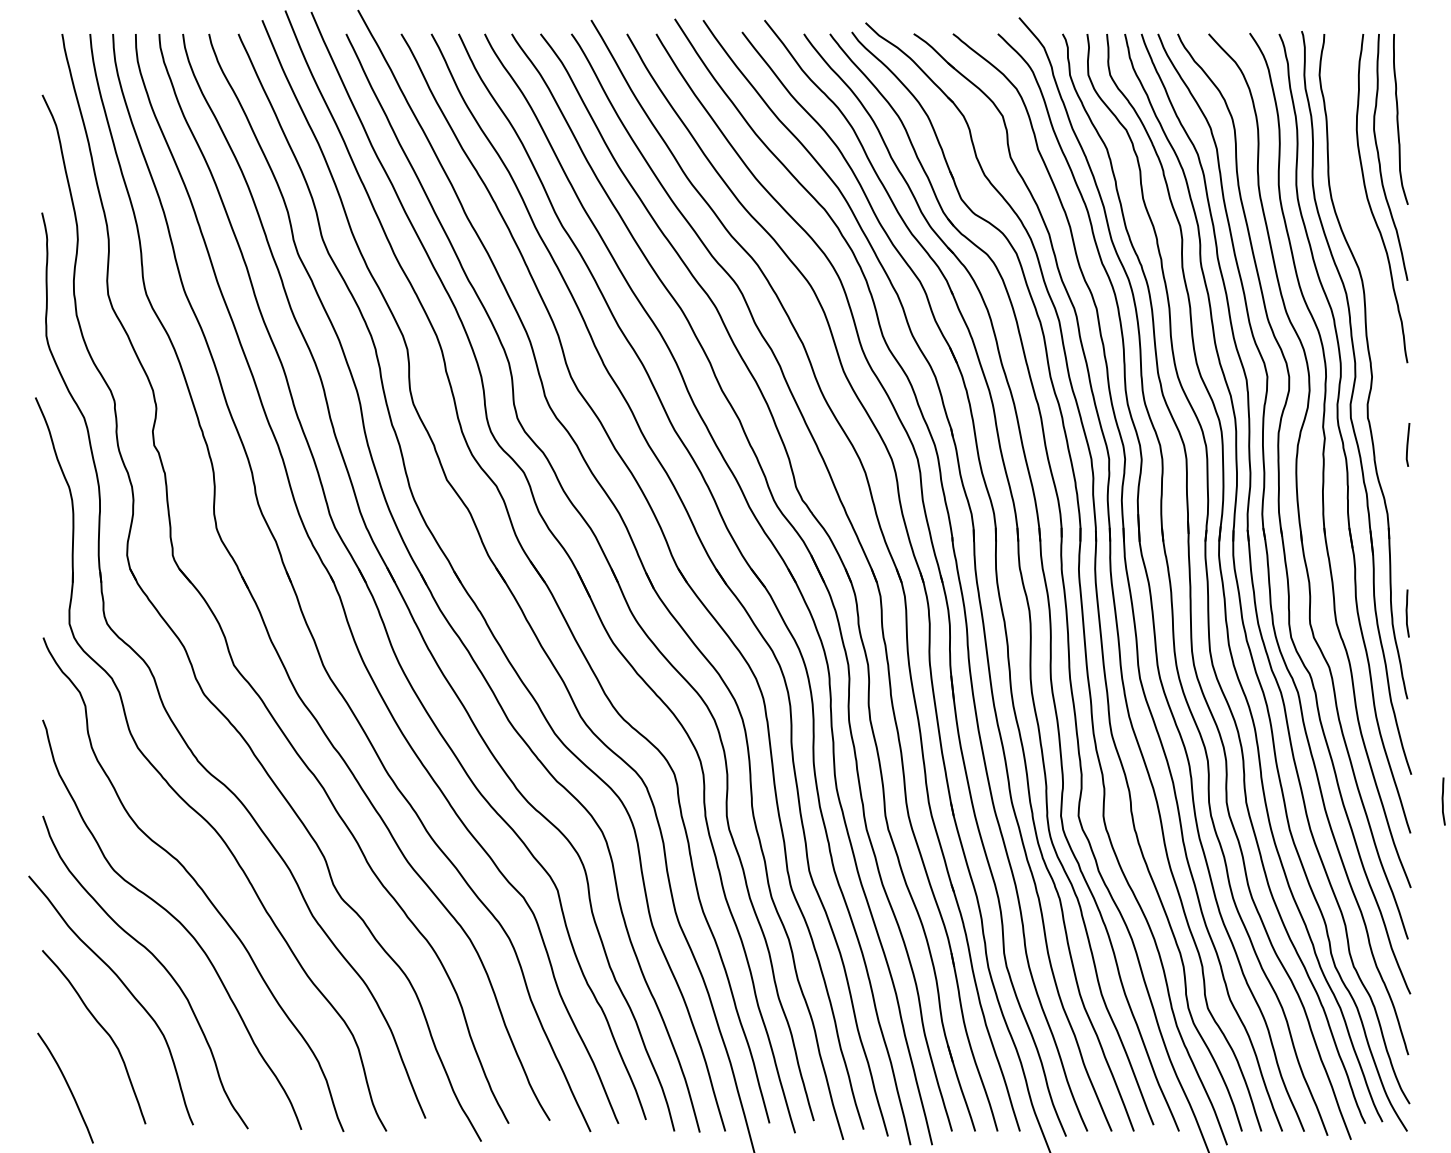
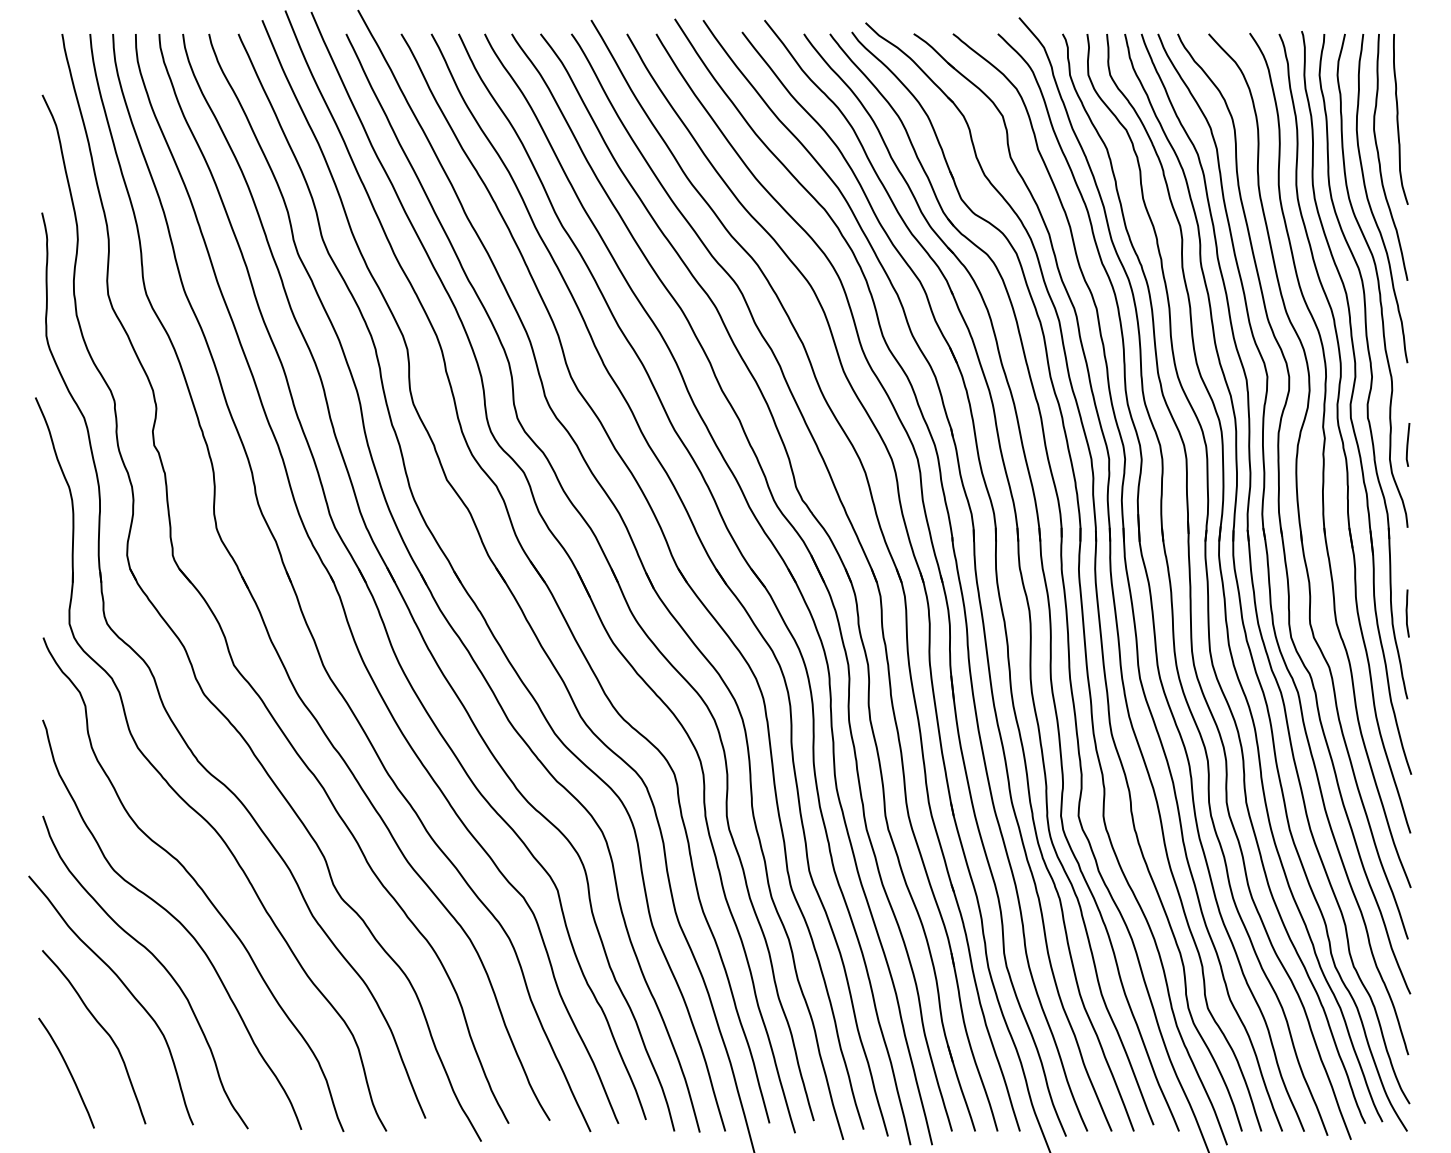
curve at (1376, 277): none -> present
curve at (1443, 801): present -> none
curve at (67, 1086) position: (67, 1086) -> (68, 1071)
